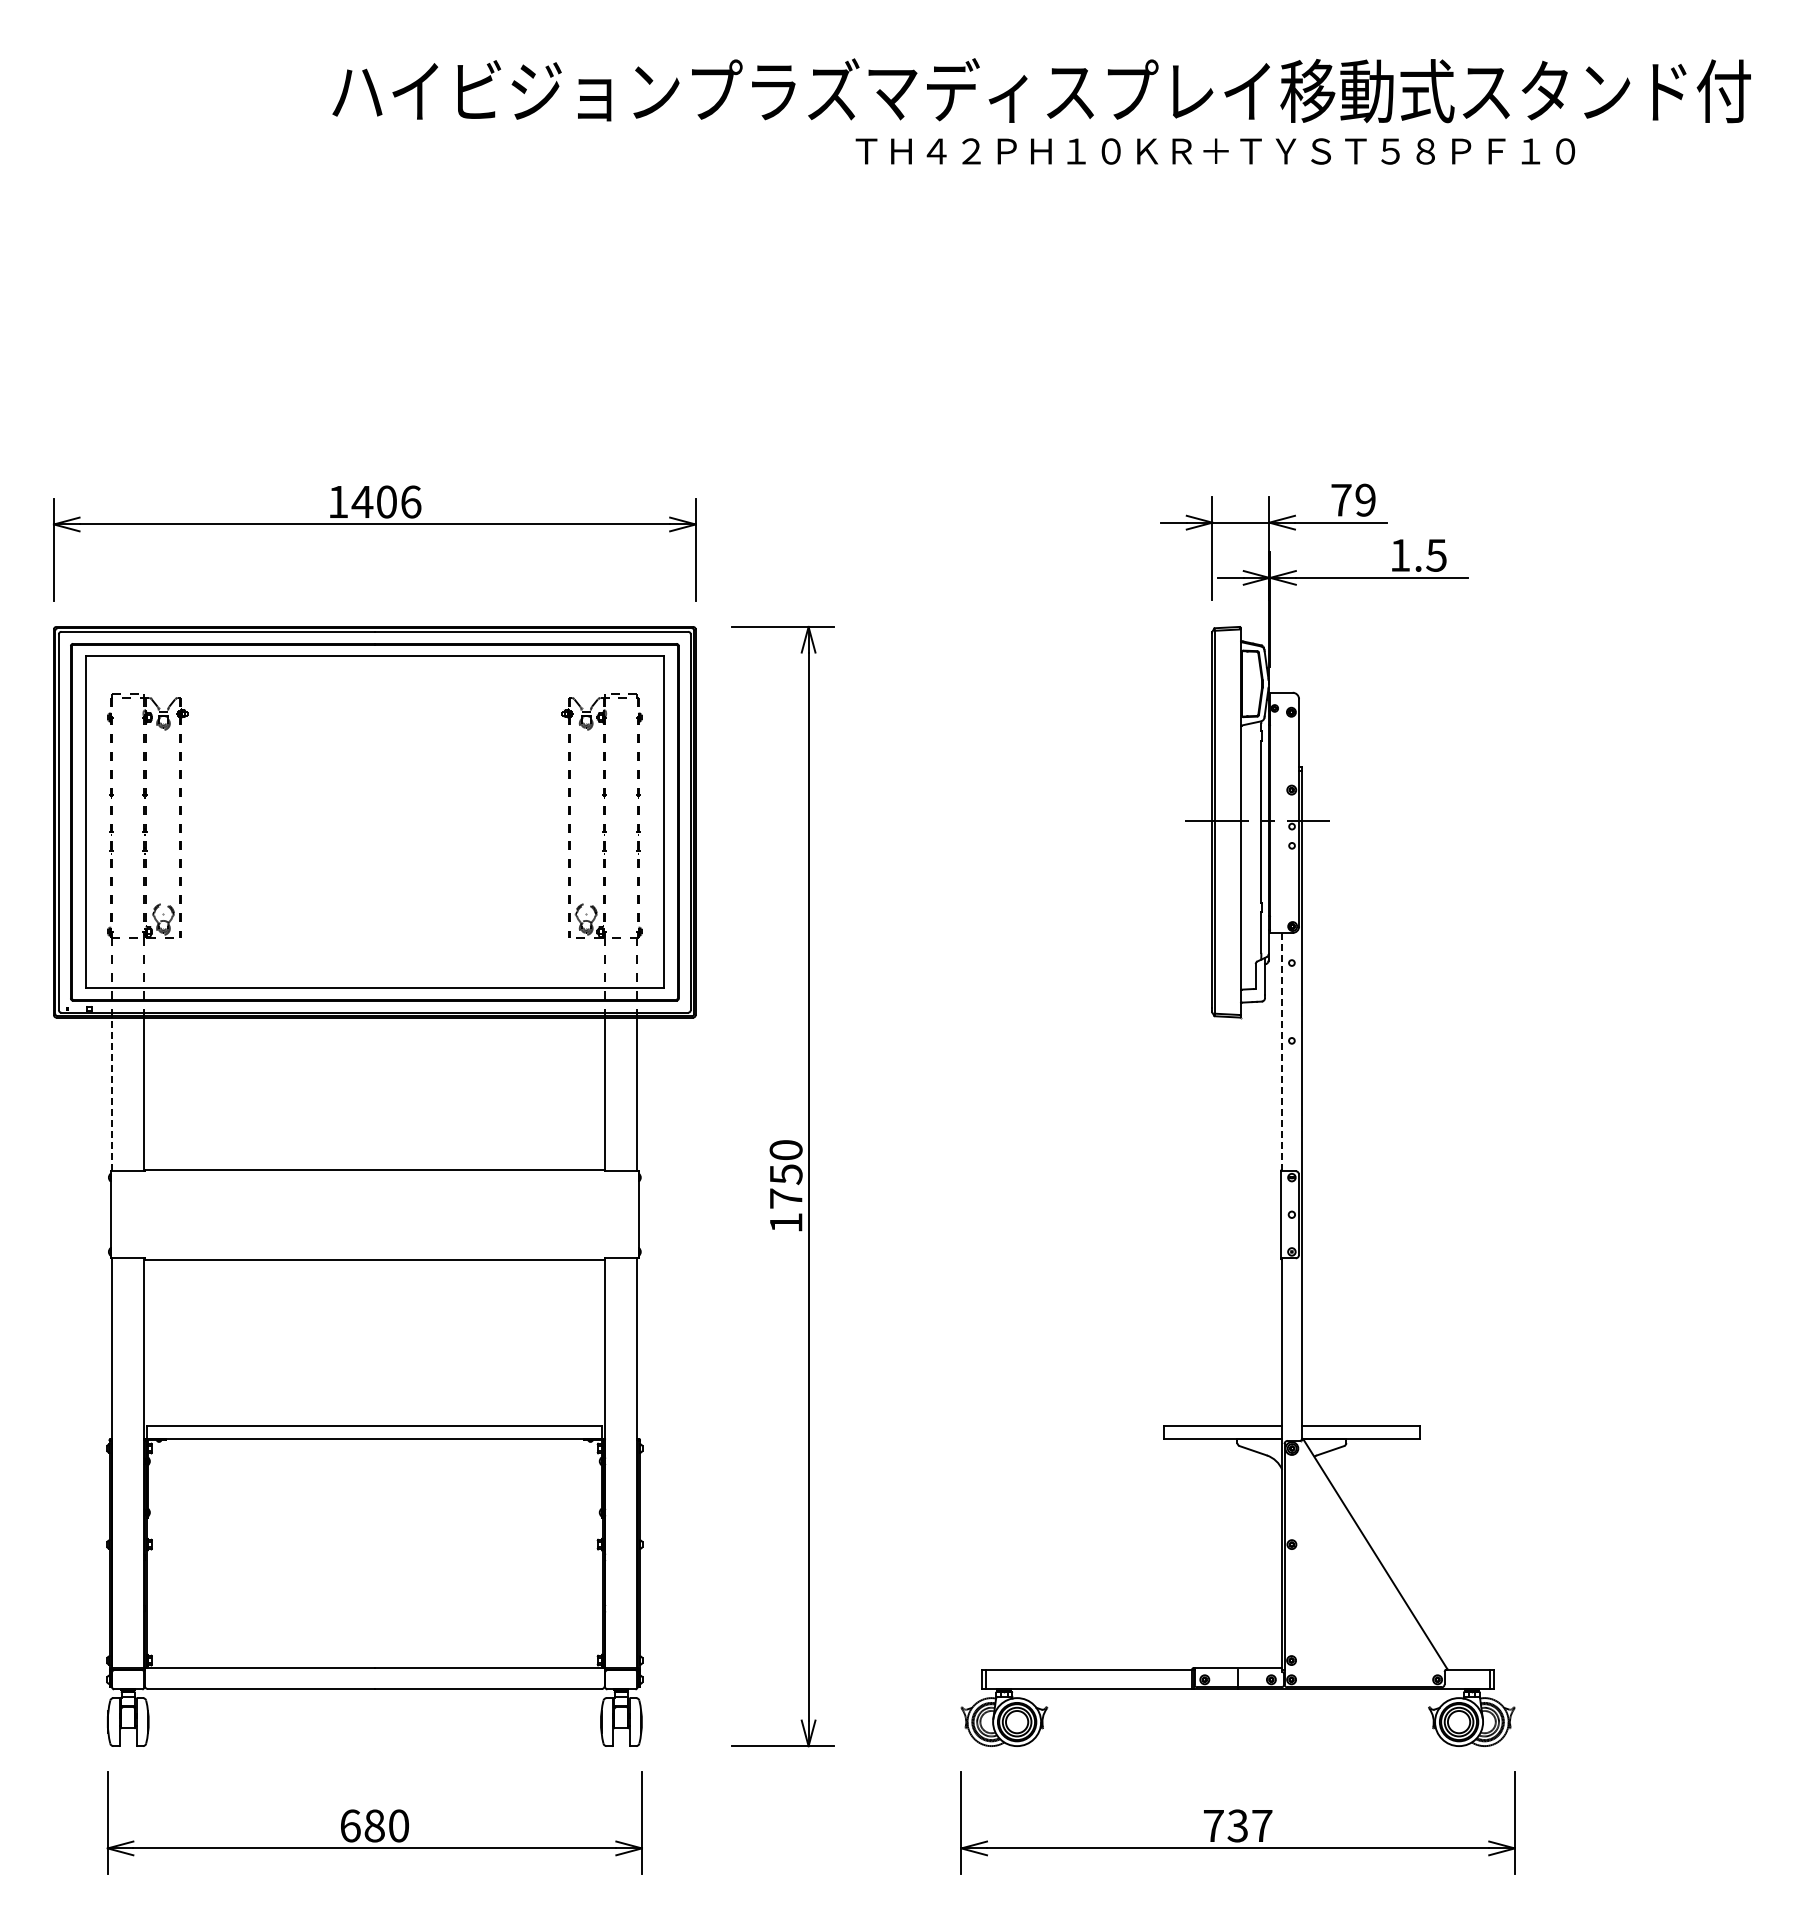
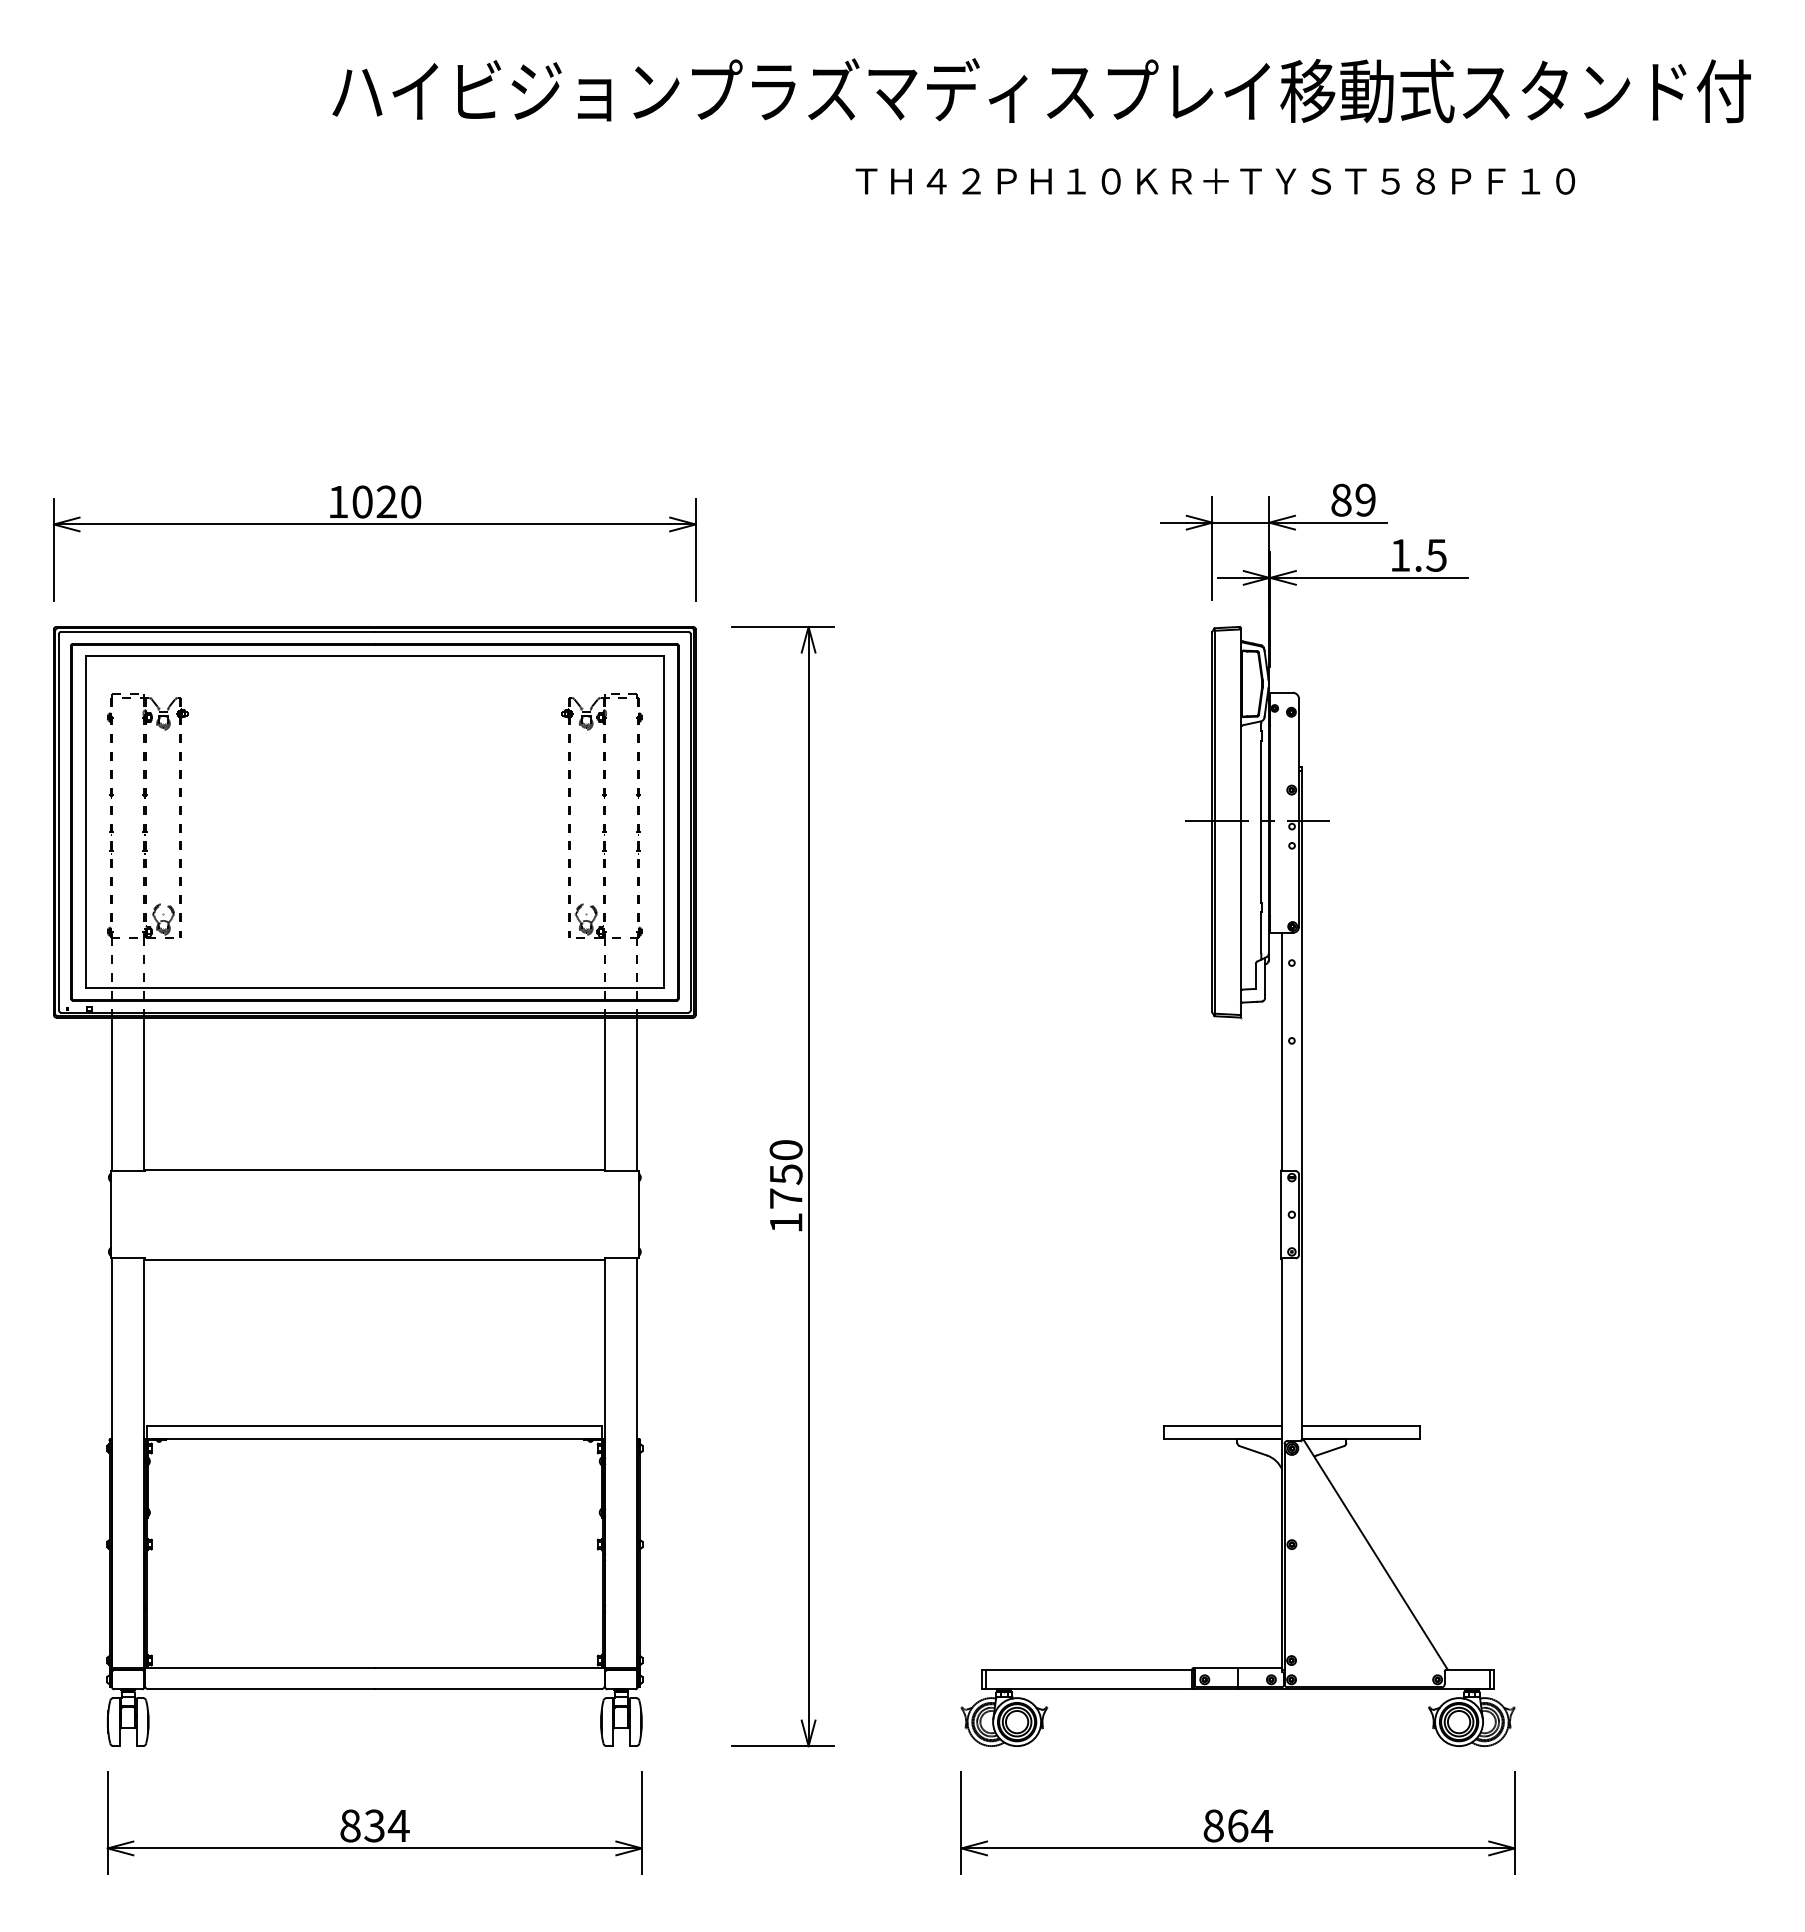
text at (1214, 151) position: (1214, 151) -> (1214, 181)
text at (1341, 499): 79 -> 89
text at (386, 501): 1406 -> 1020
line at (1282, 1051): dashed -> solid
line at (112, 1094): dashed -> solid
text at (374, 1825): 680 -> 834
text at (1238, 1825): 737 -> 864
